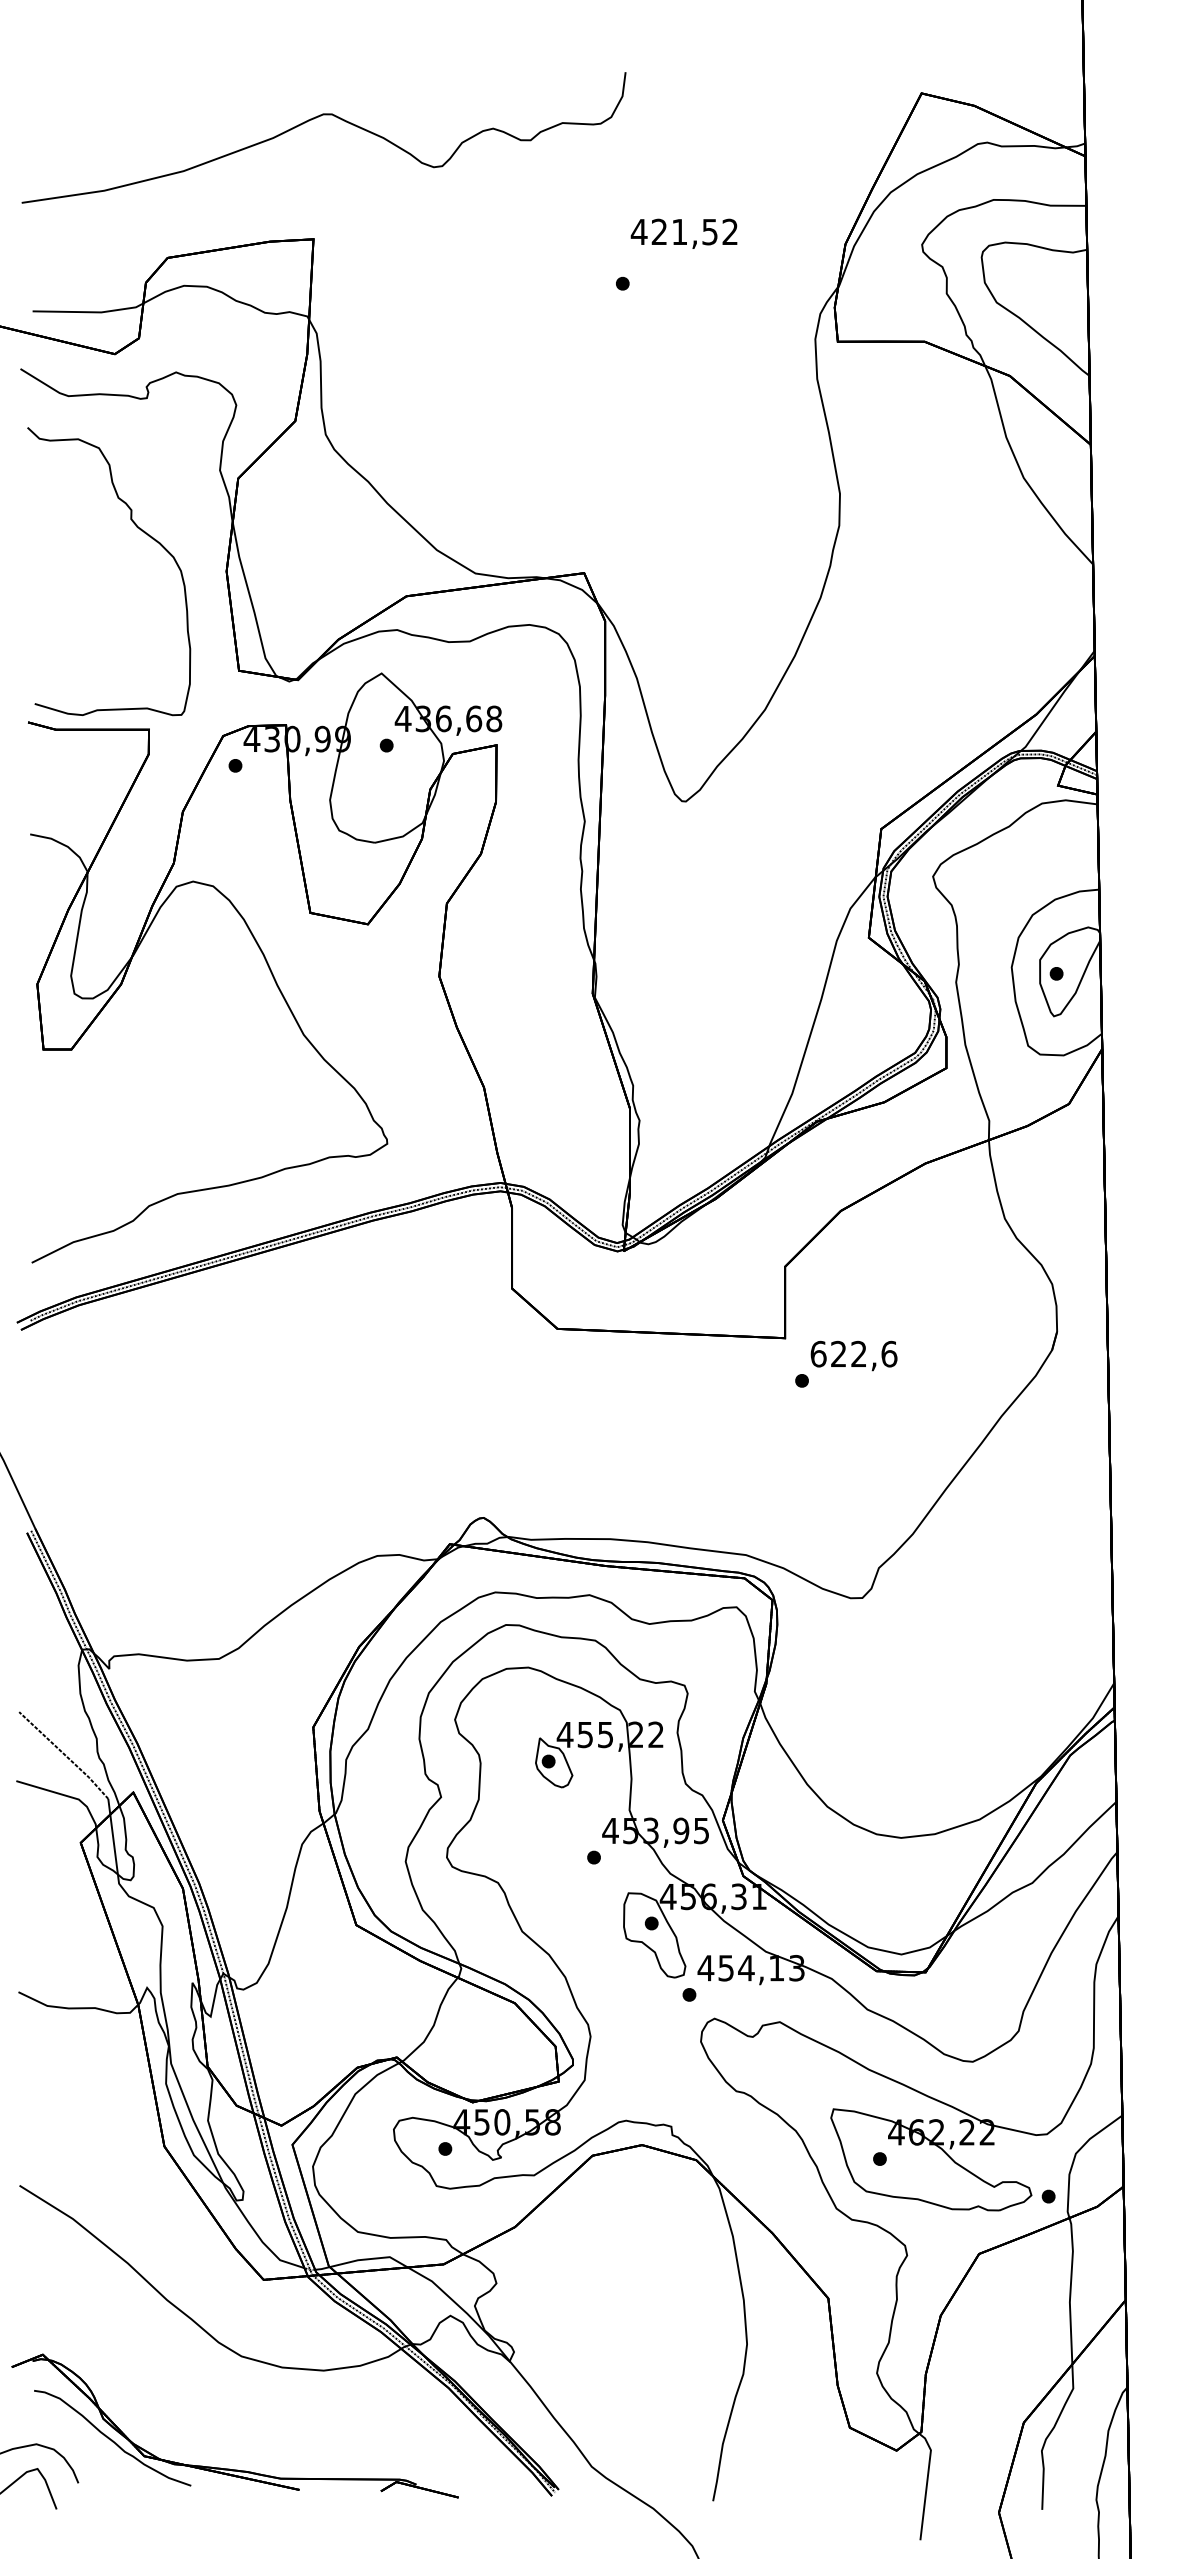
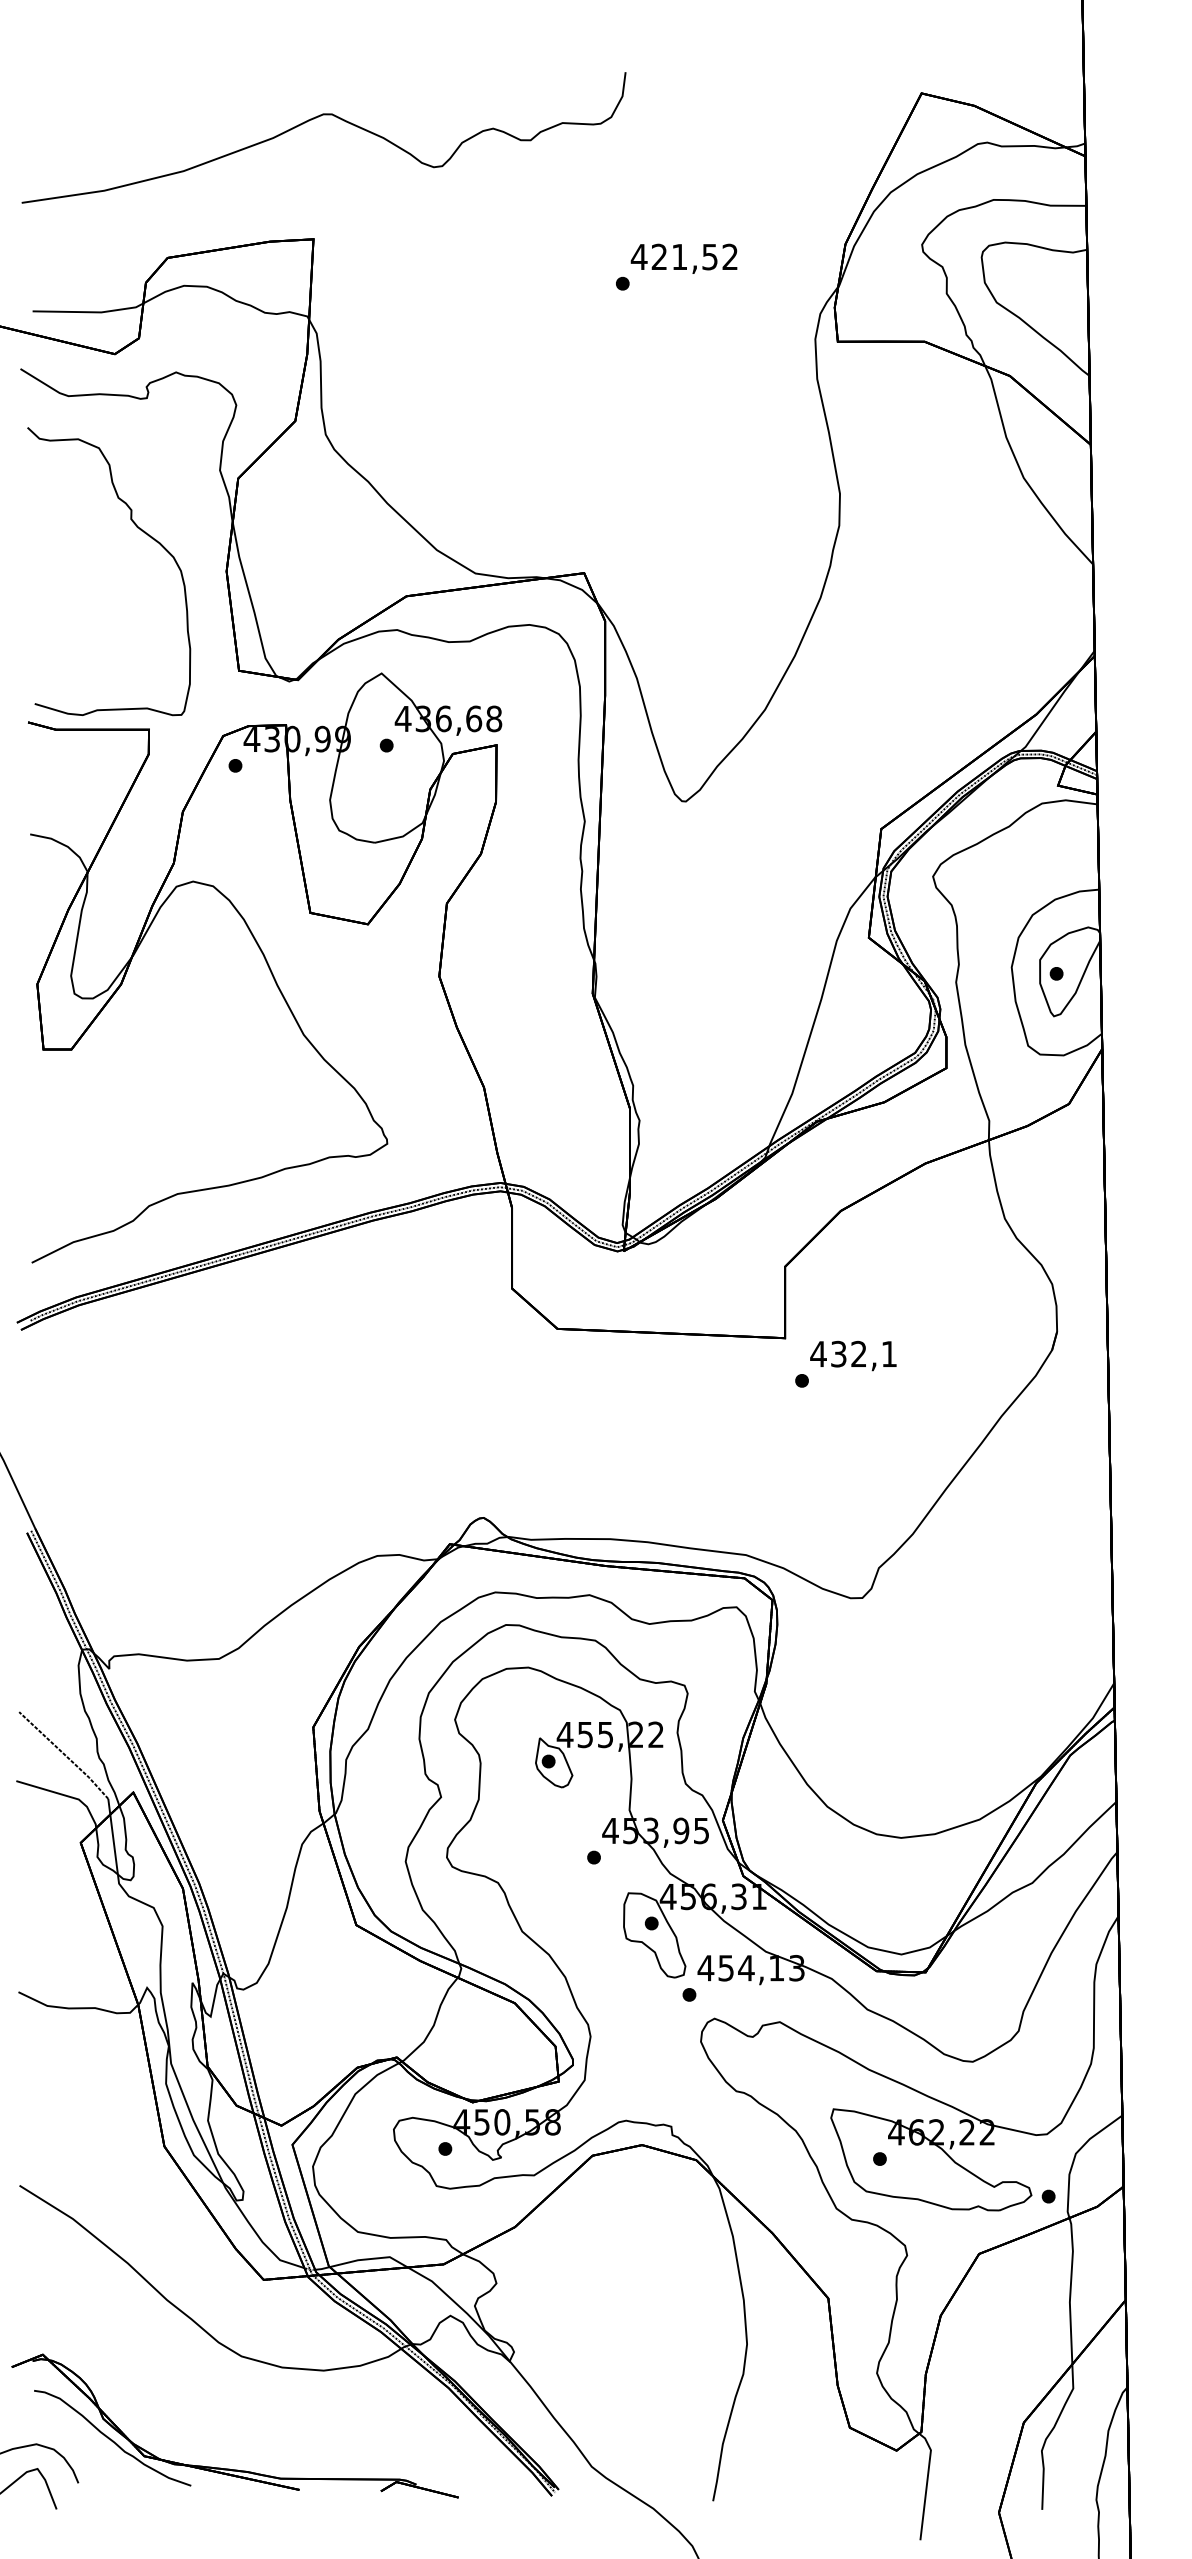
text at (683, 233) position: (683, 233) -> (683, 258)
text at (853, 1353): 622,6 -> 432,1
